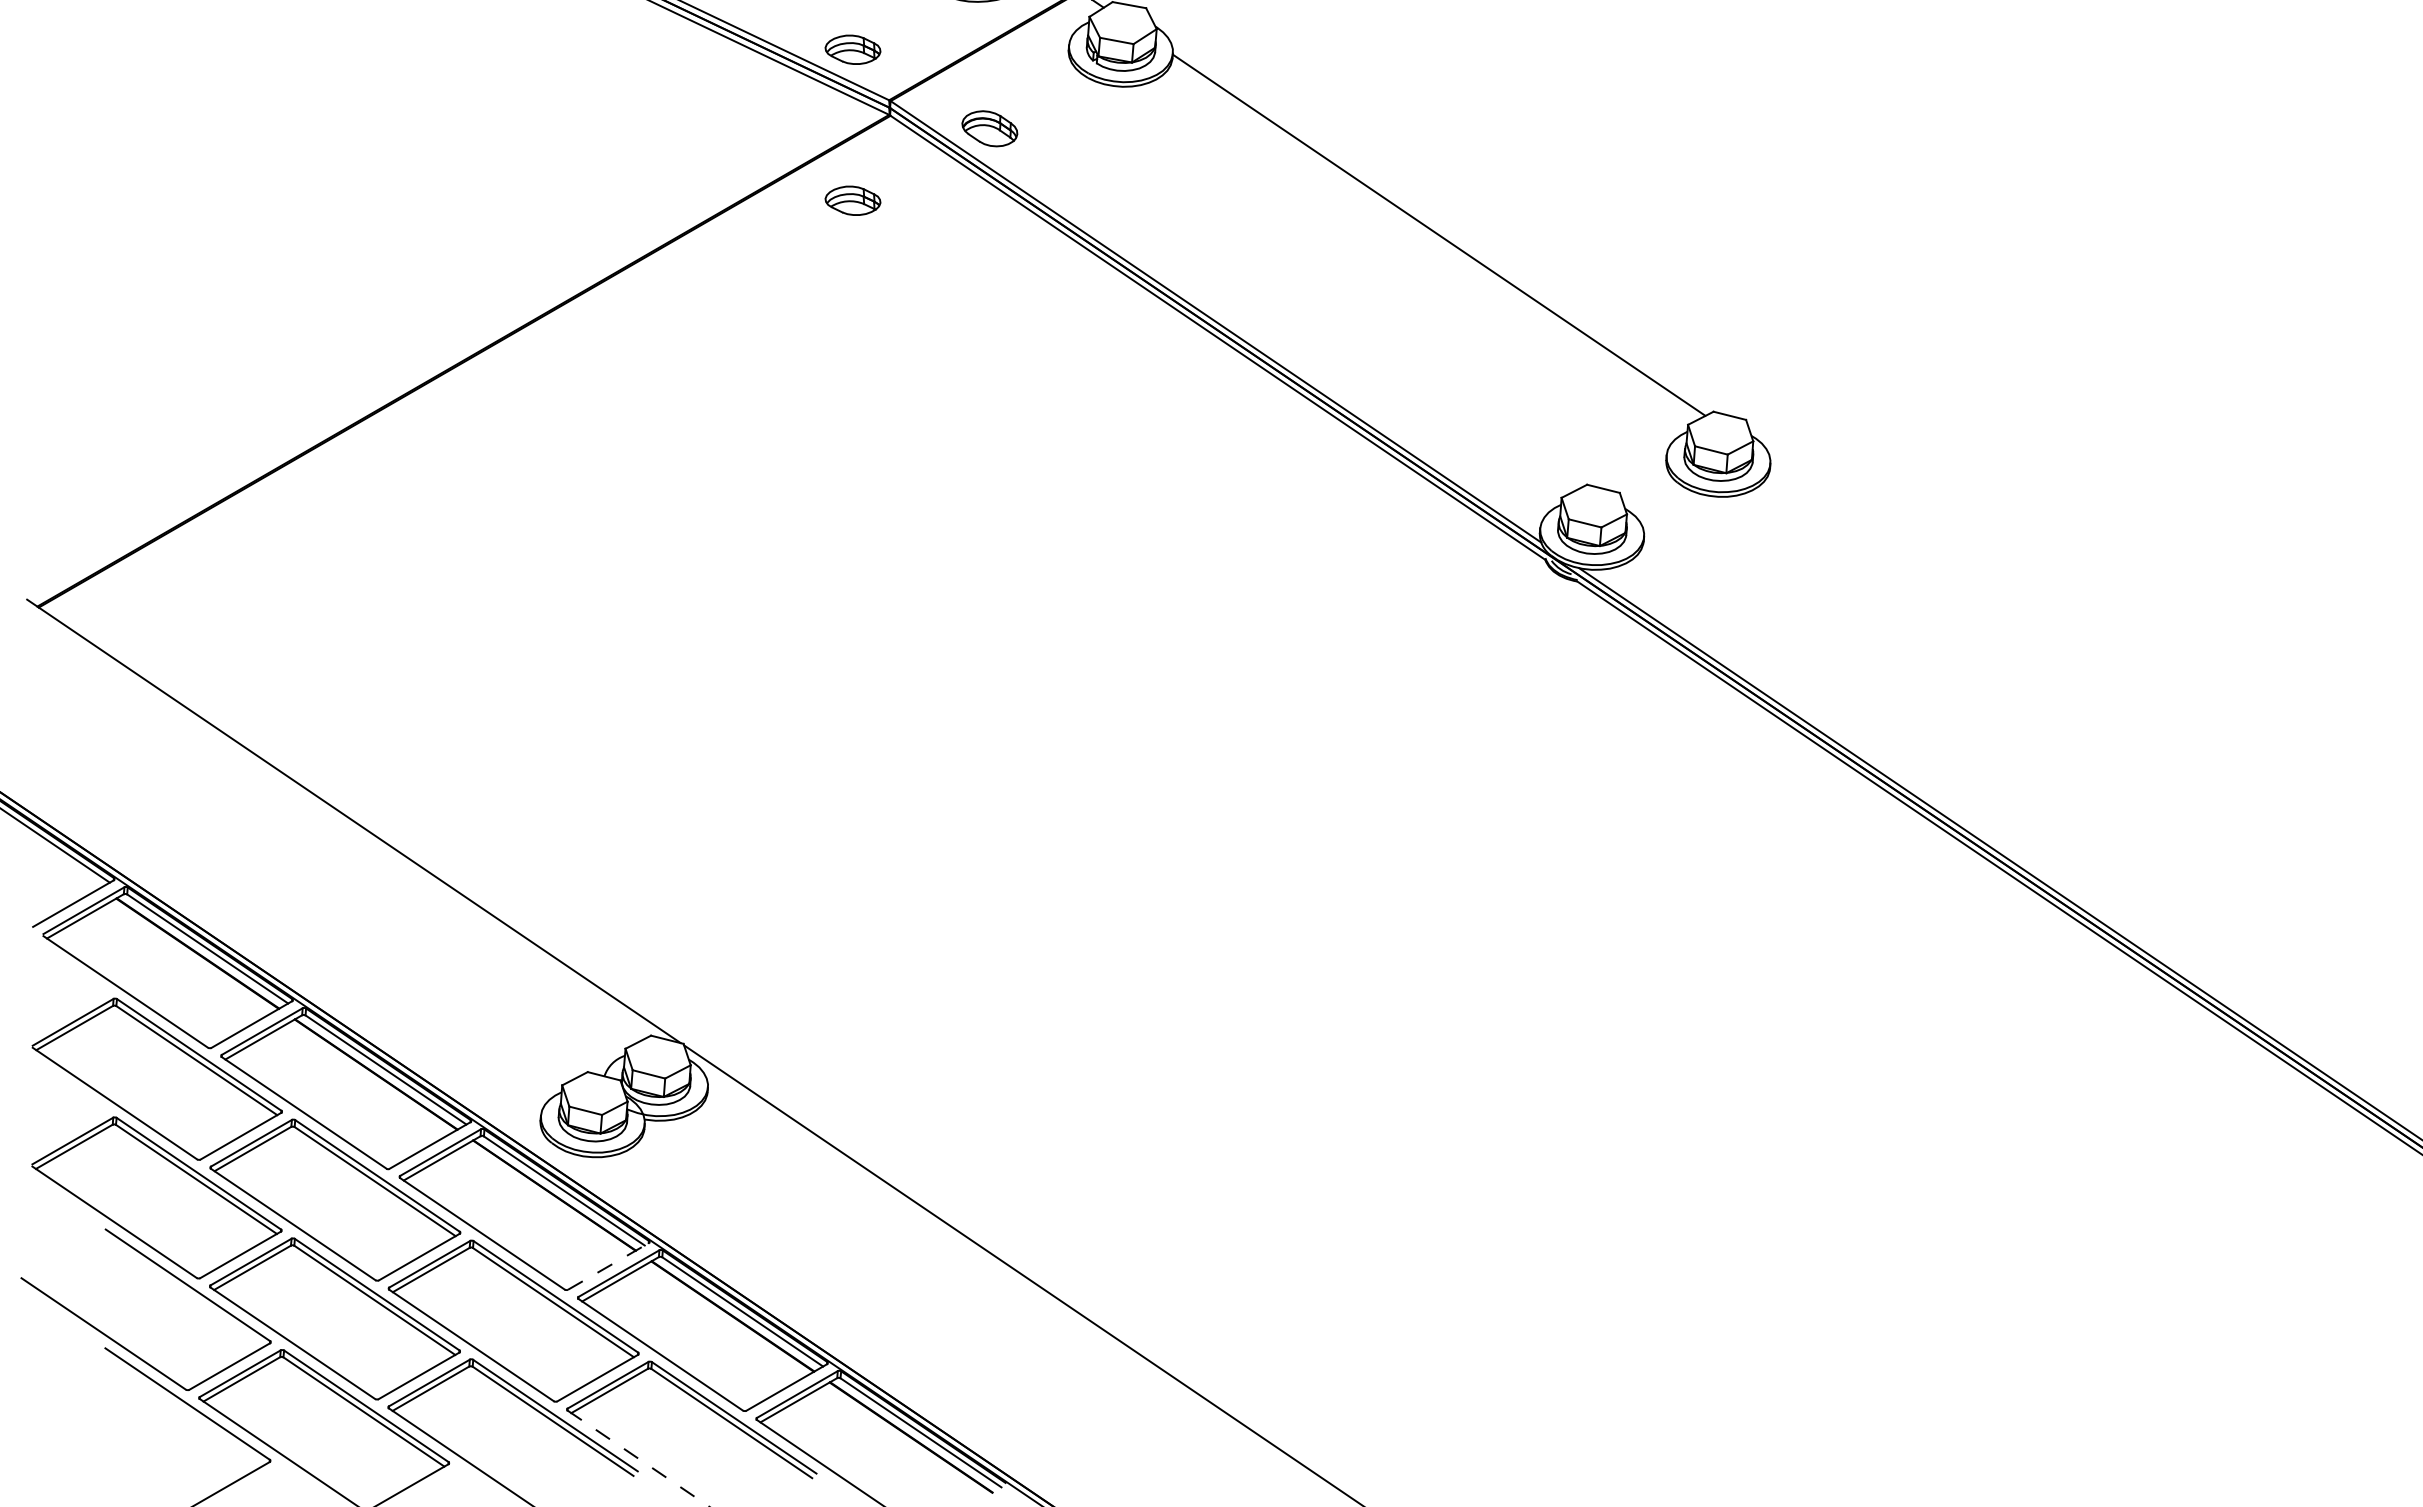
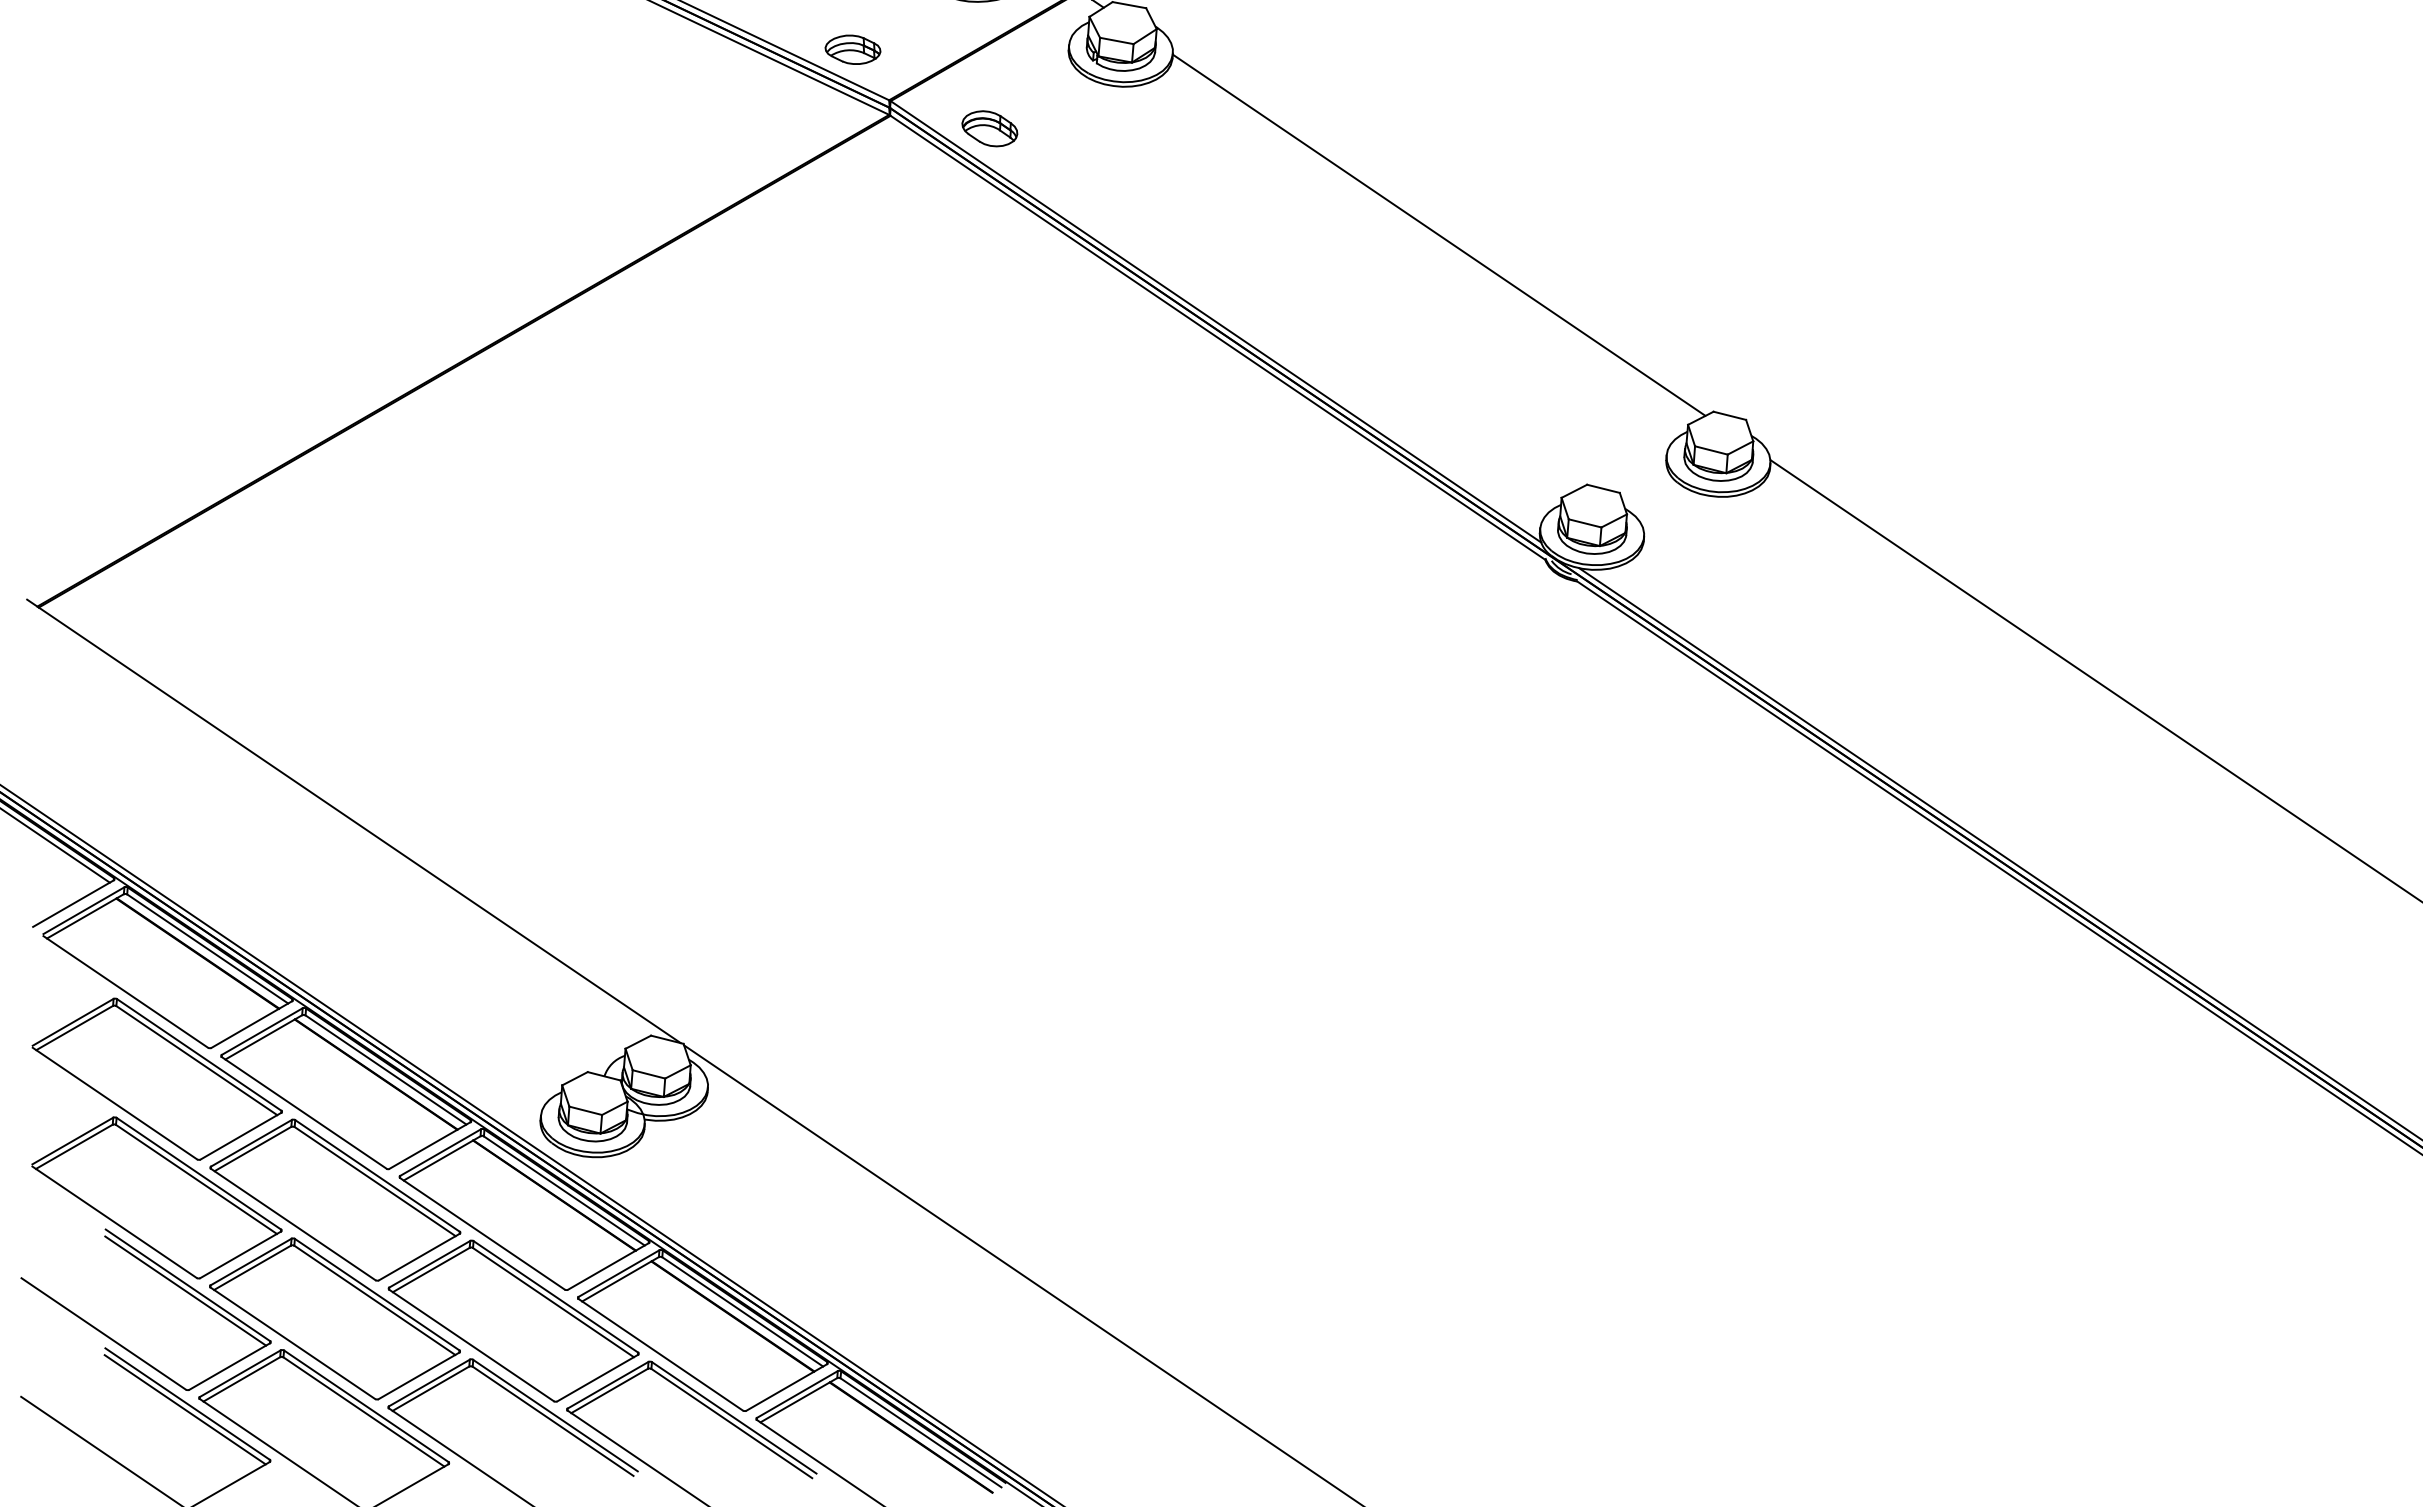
part at (852, 200): present -> none
line at (2094, 680): none -> present
line at (531, 1144): none -> present
line at (608, 1266): dashed -> solid
line at (185, 1290): none -> present
line at (184, 1409): none -> present
line at (99, 1449): none -> present
line at (638, 1458): dashed -> solid
